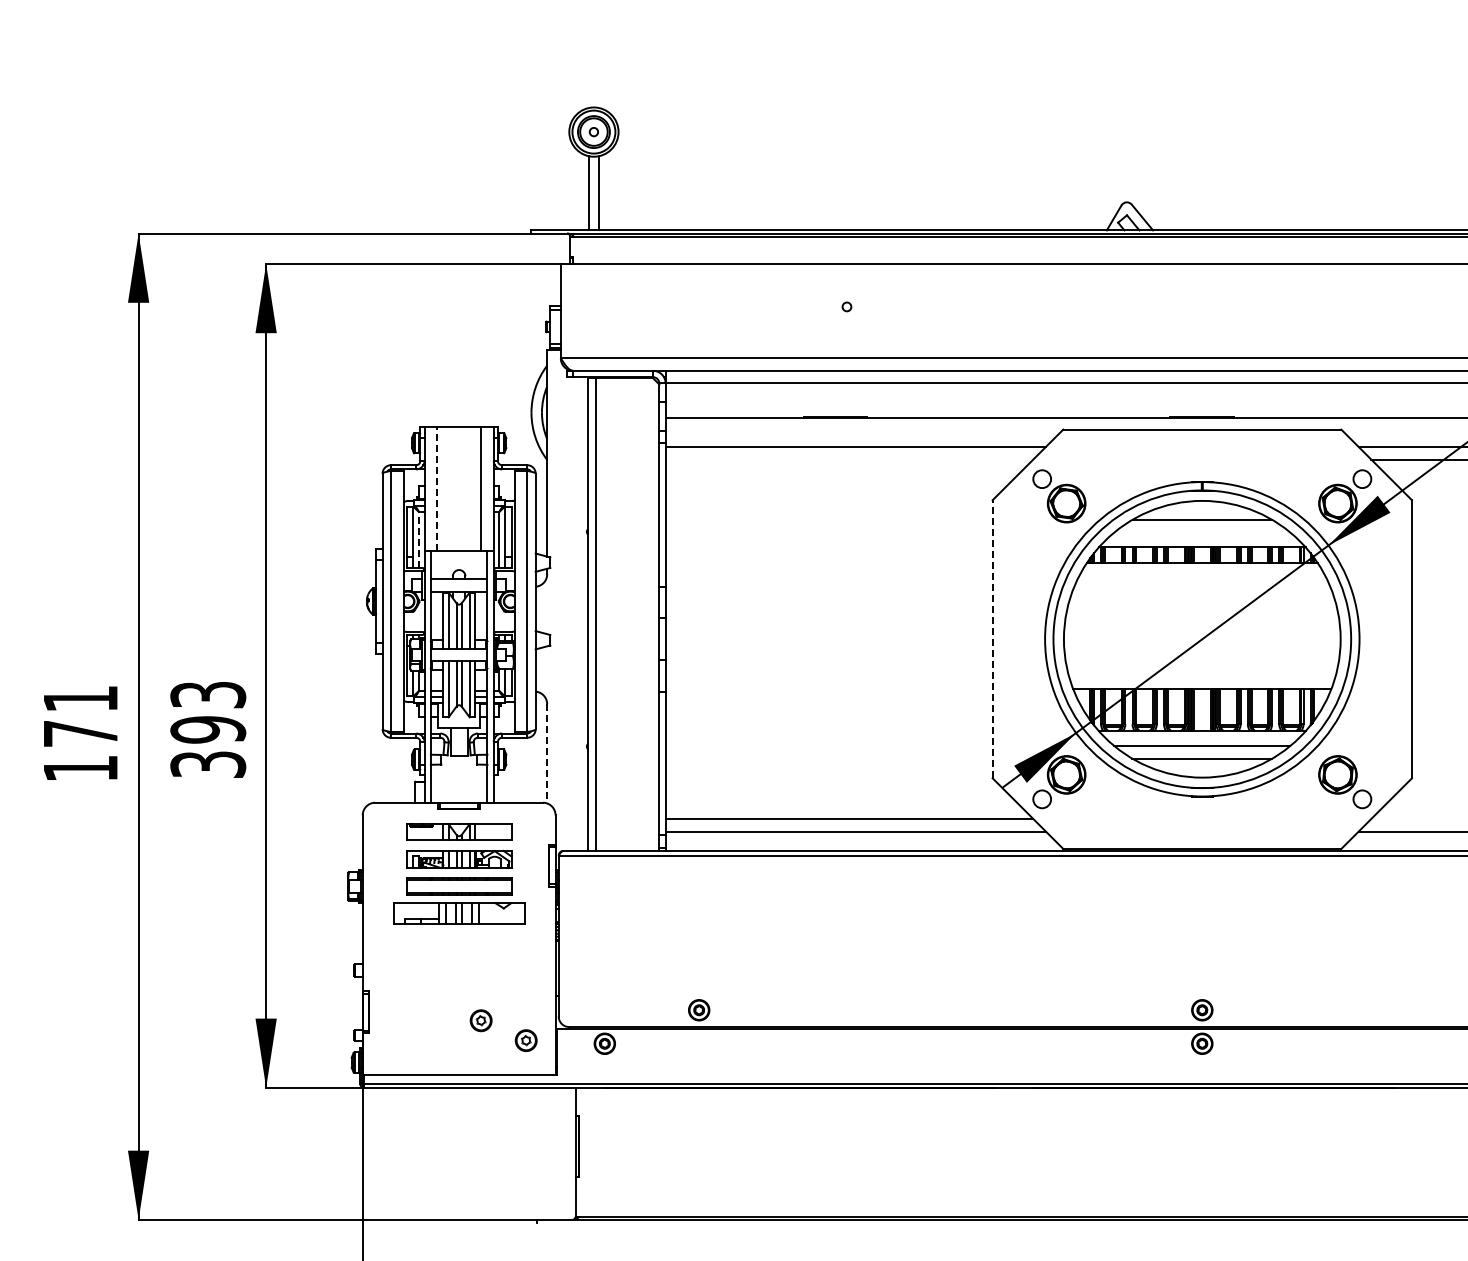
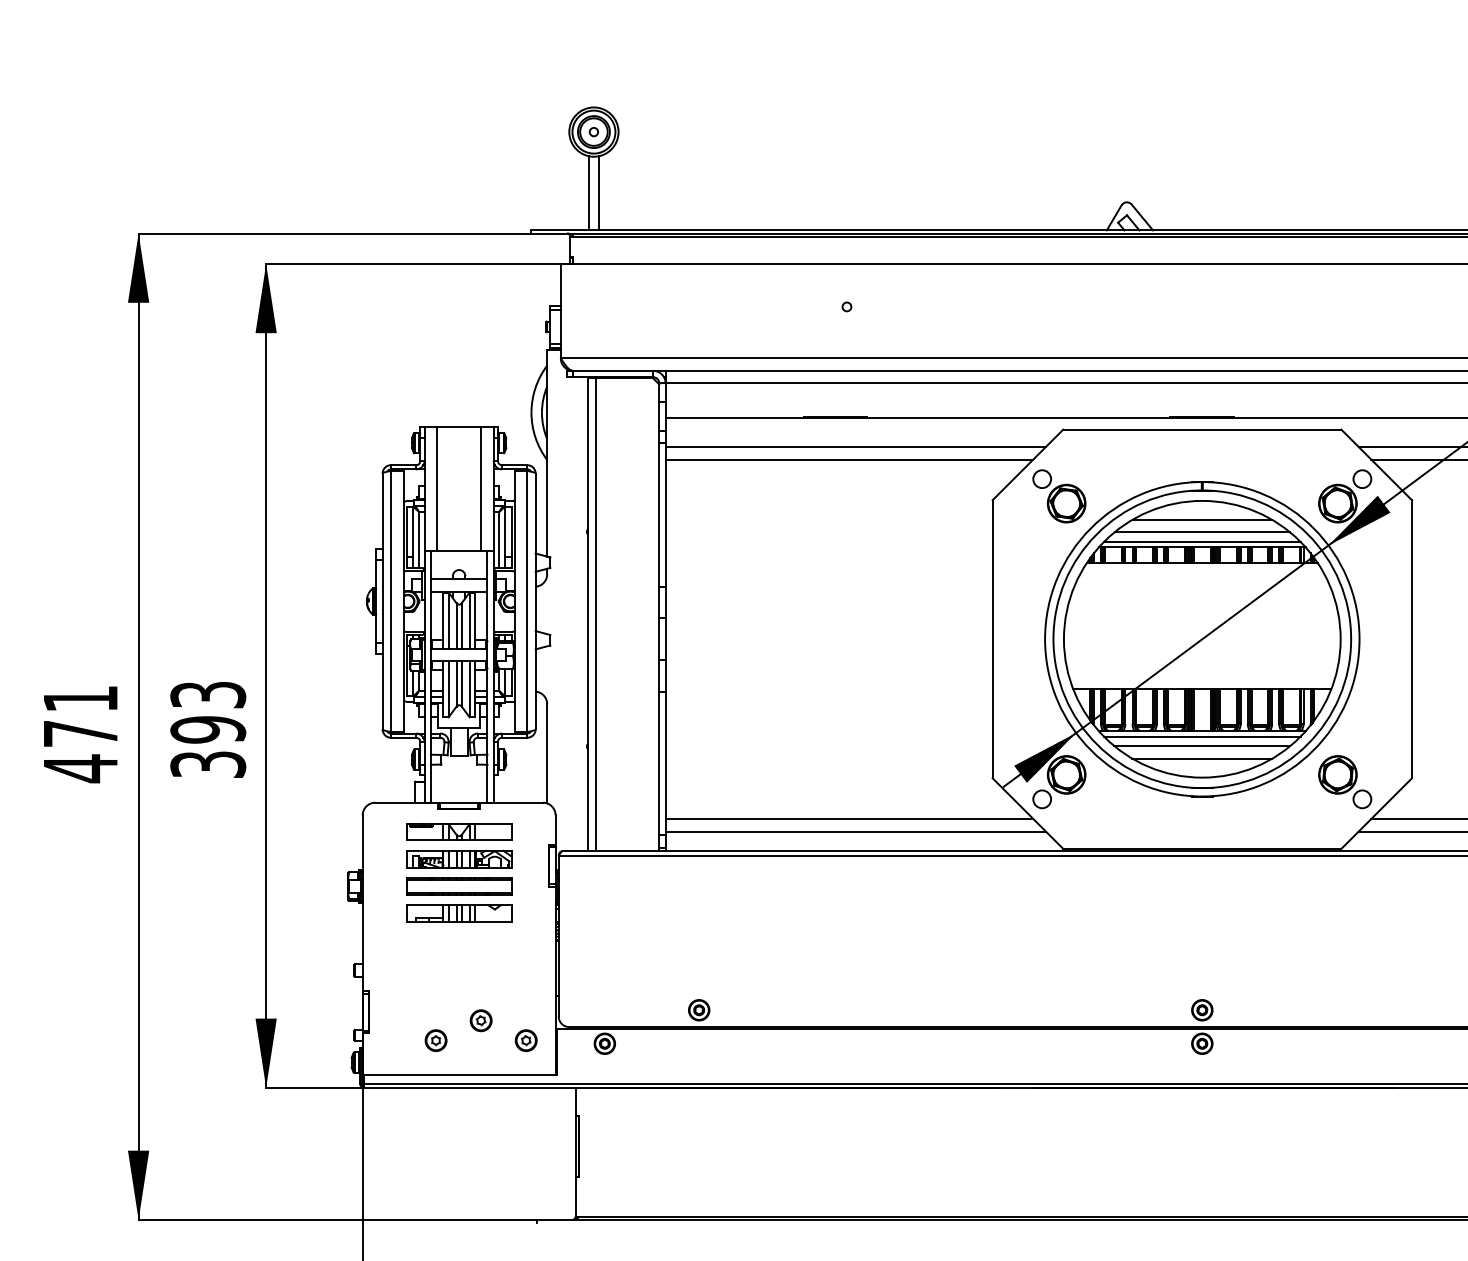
line at (849, 459): none -> present
line at (437, 489): dashed -> solid
line at (1202, 532): none -> present
line at (419, 540): dashed -> solid
line at (1202, 541): none -> present
line at (992, 638): dashed -> solid
line at (1201, 736): none -> present
line at (547, 753): dashed -> solid
text at (80, 768): 171 -> 471
line at (1417, 819): none -> present
part at (459, 913) size: 133x23 px -> 107x19 px
part at (435, 1040): none -> present
